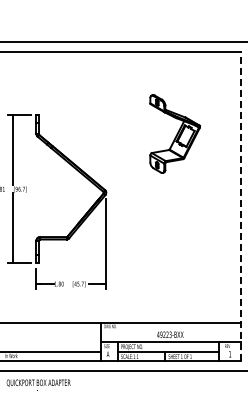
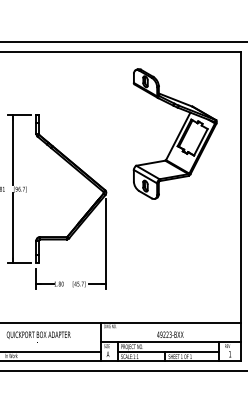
part at (174, 133) size: 52x80 px -> 86x132 px
line at (240, 206): dashed -> solid
text at (38, 384) position: (38, 384) -> (38, 336)
